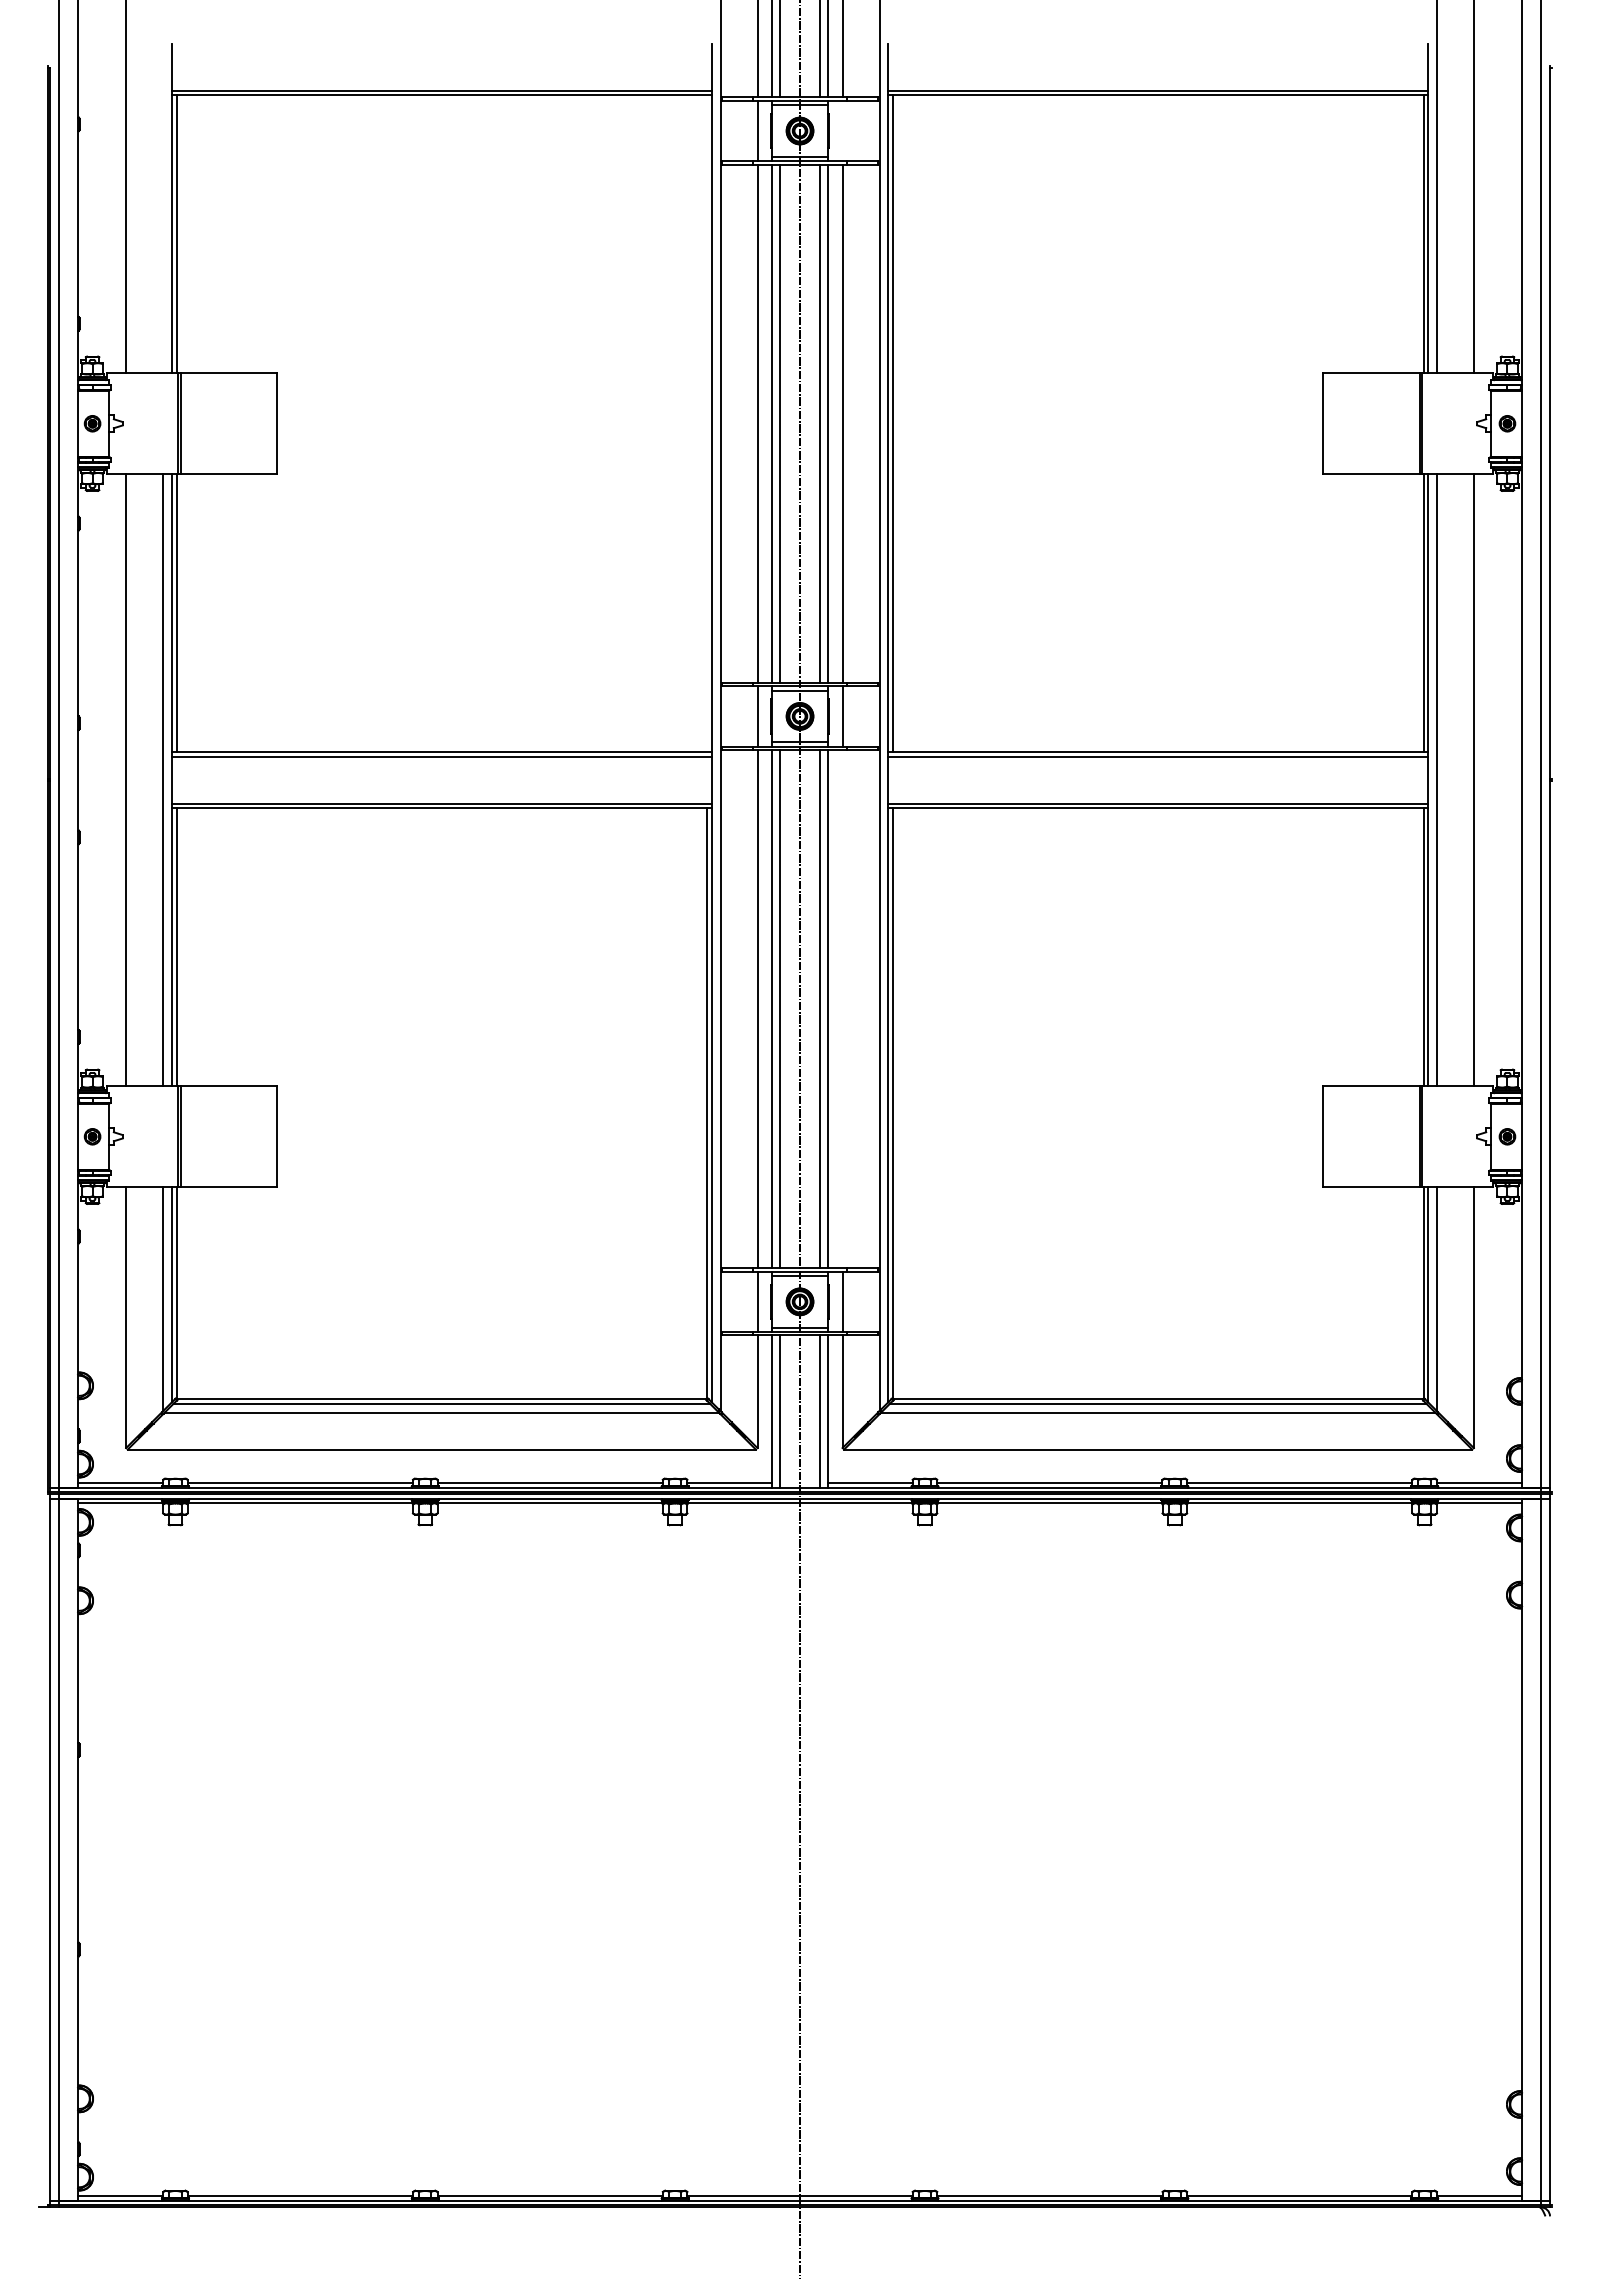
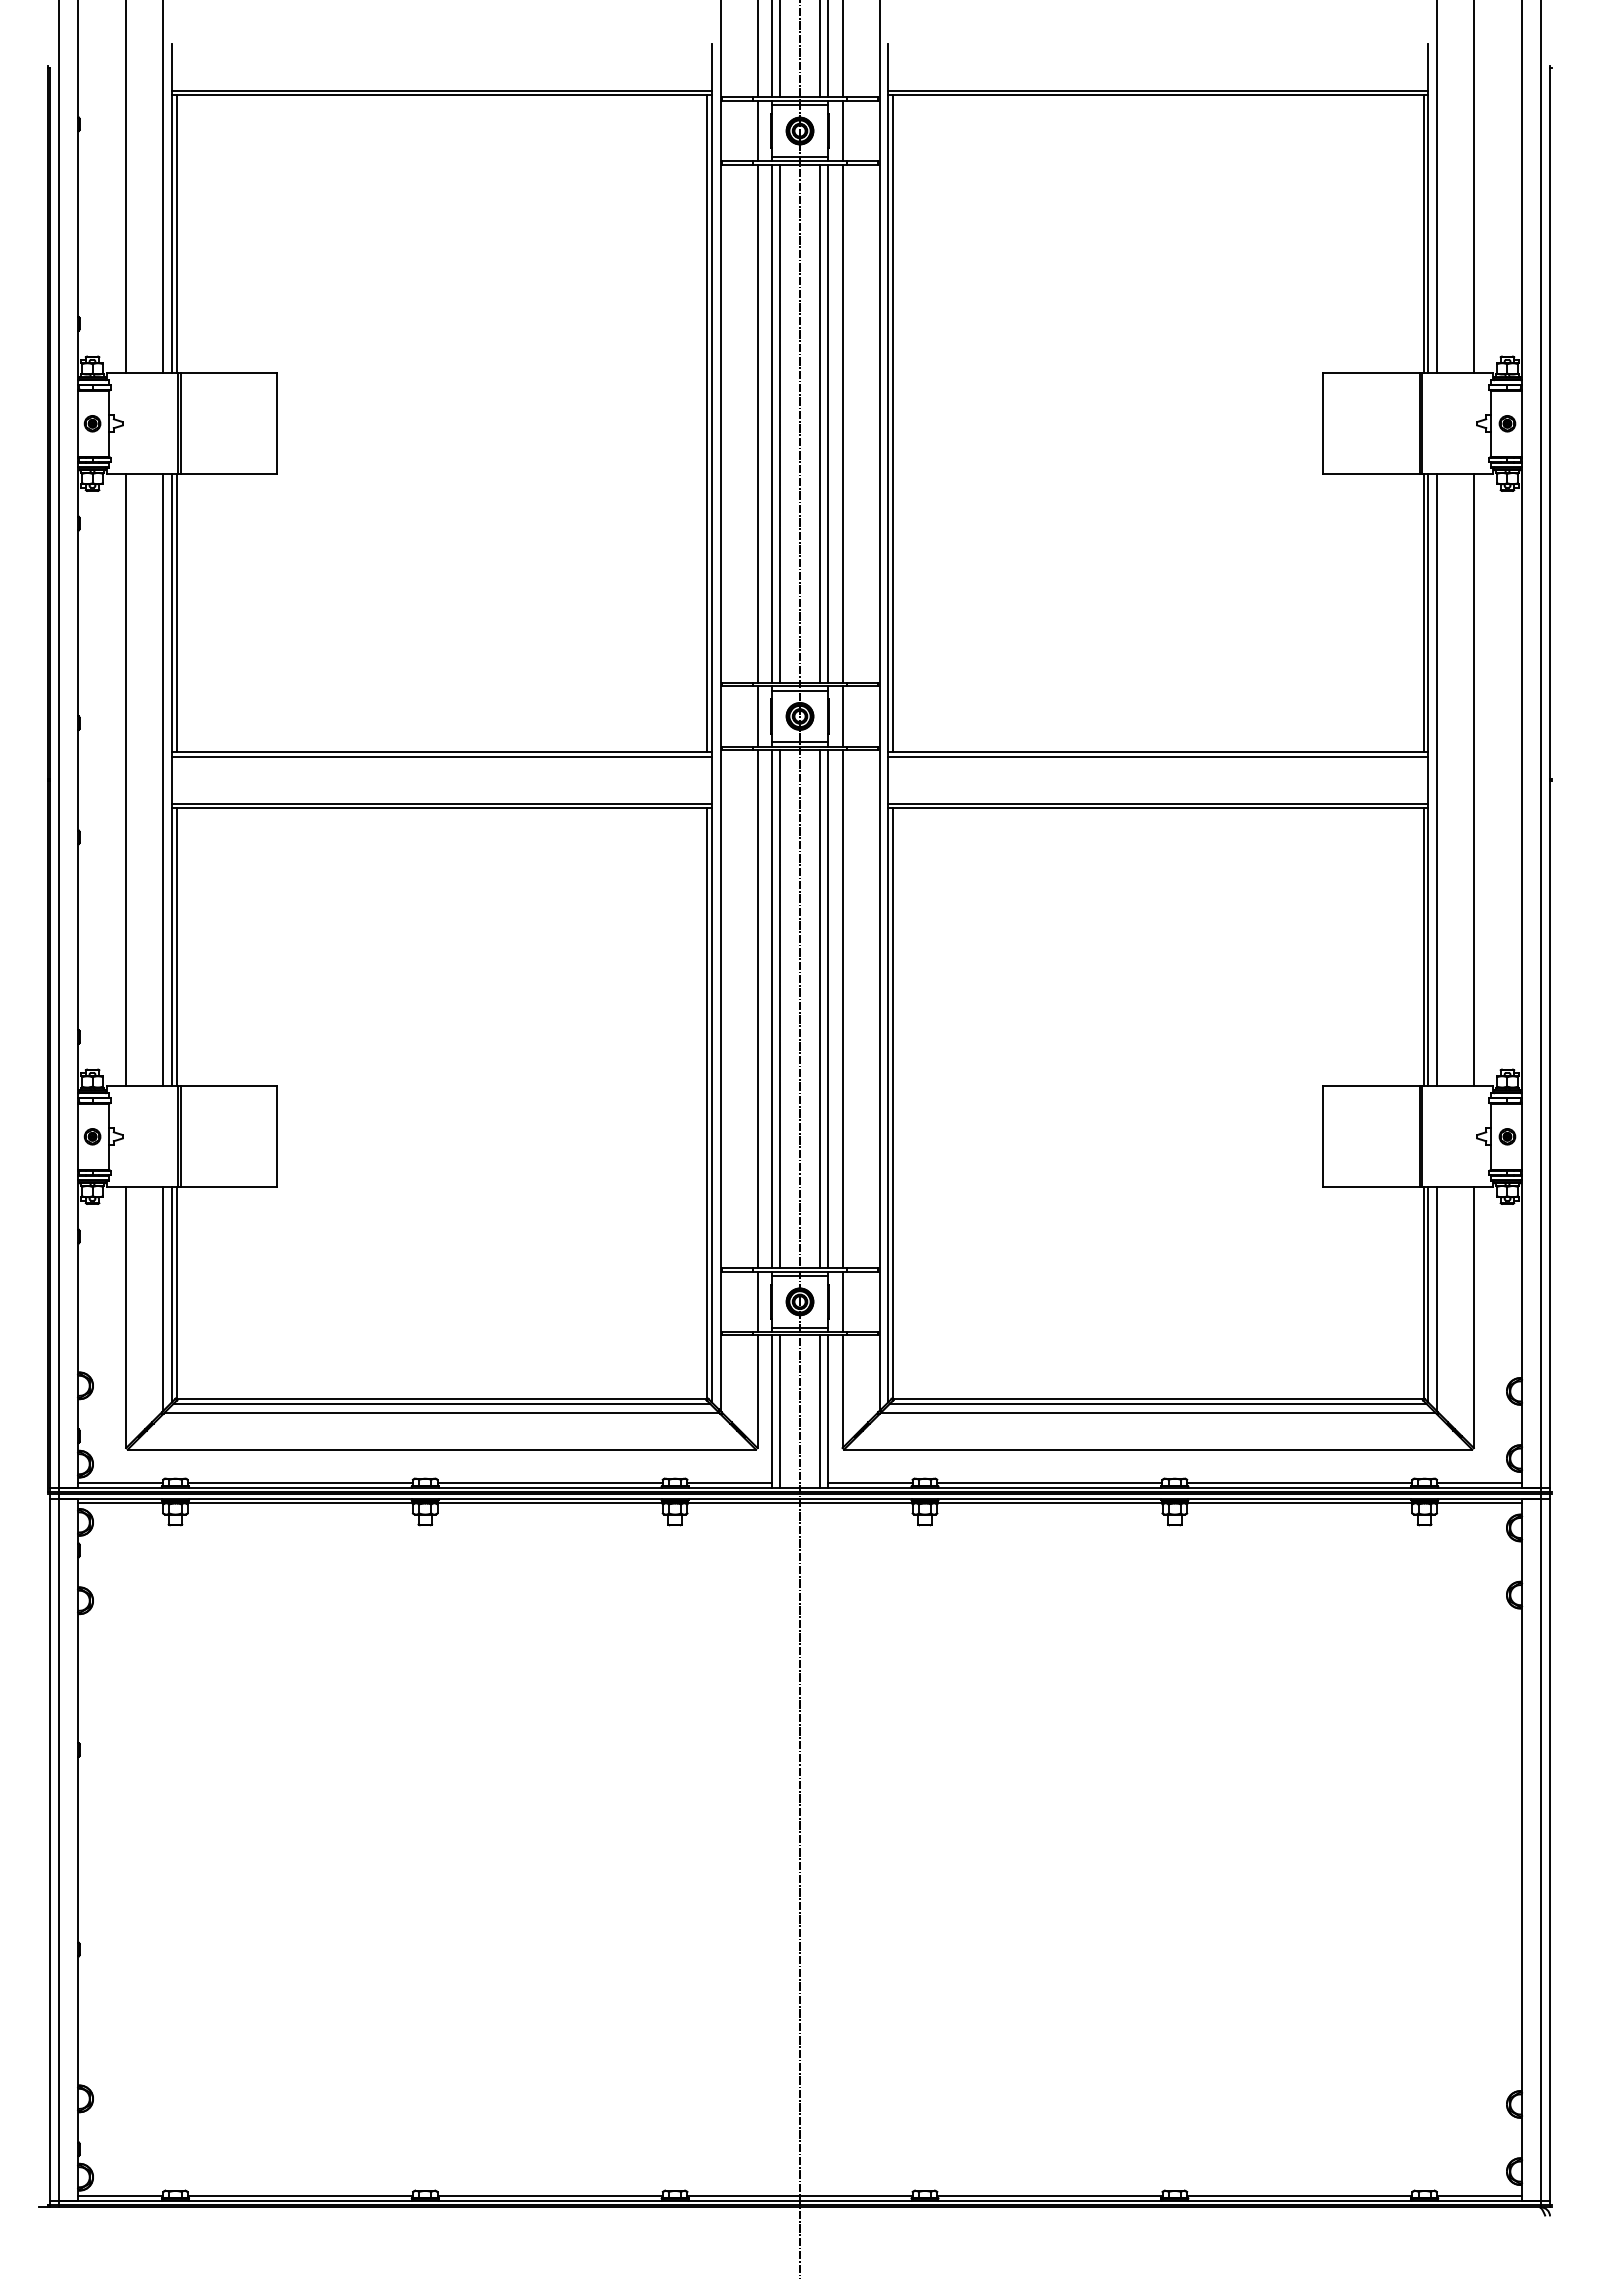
line at (842, 130): none -> present
line at (163, 187): none -> present
line at (707, 423): none -> present
line at (842, 1009): none -> present
